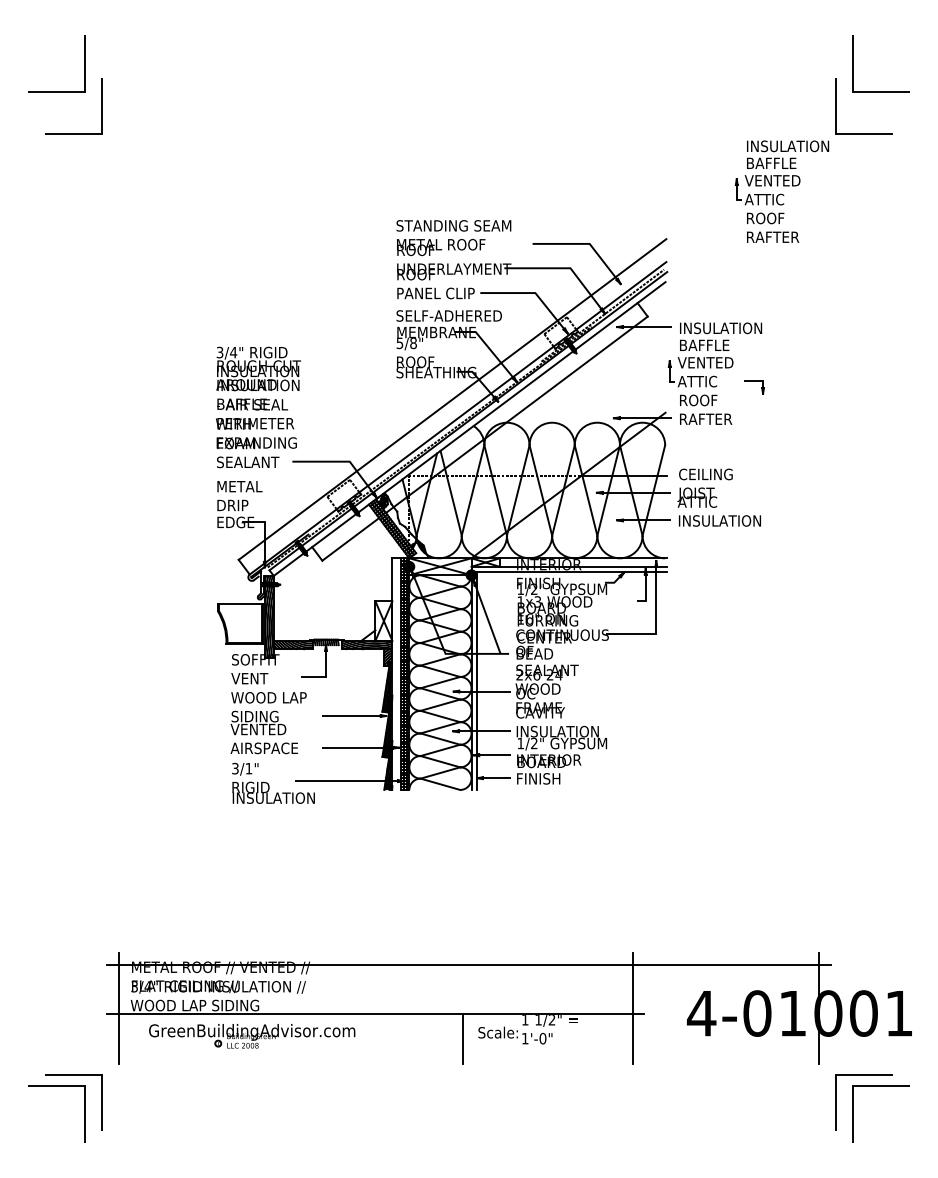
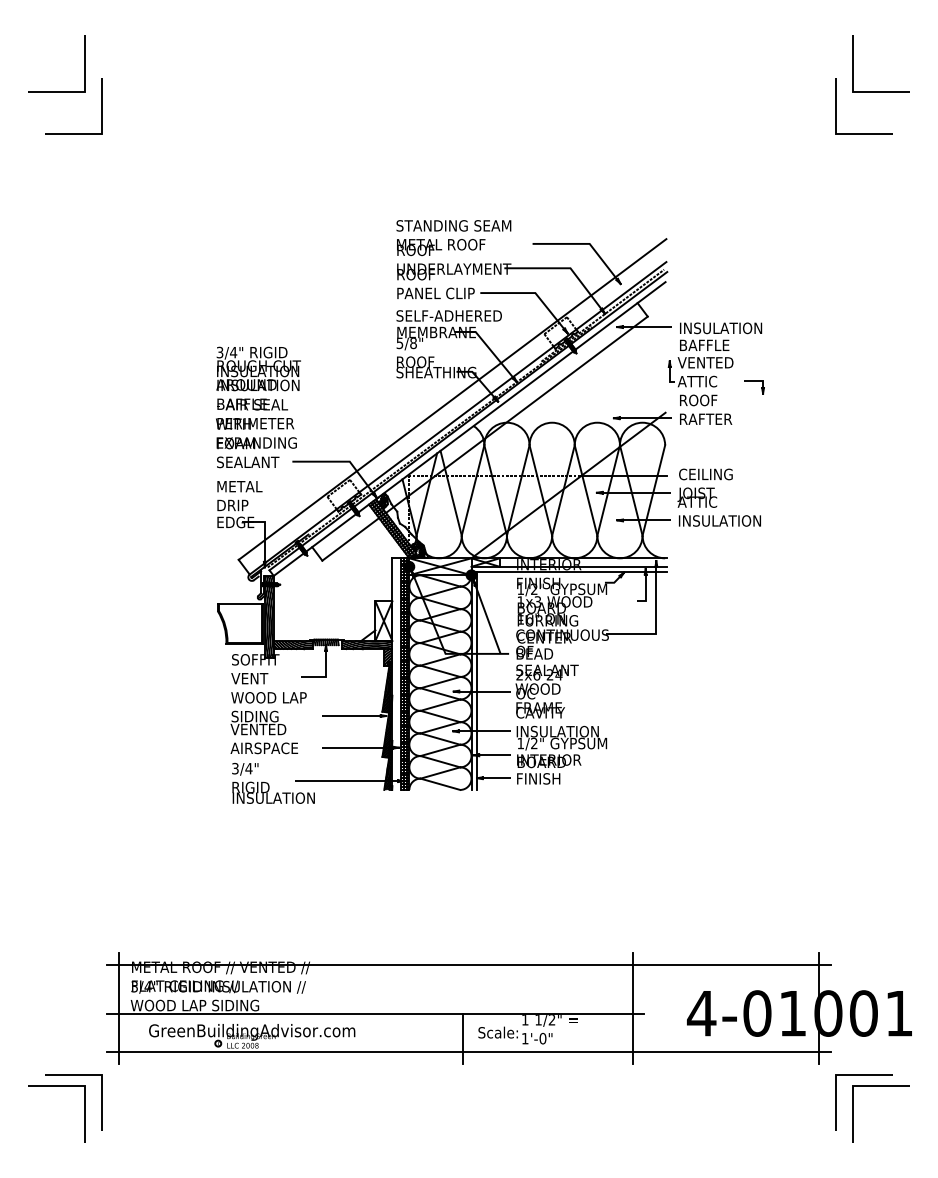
part at (781, 191): present -> none
hatch at (419, 550): none -> present
text at (248, 768): 3/1" -> 3/4"
line at (468, 1052): none -> present
